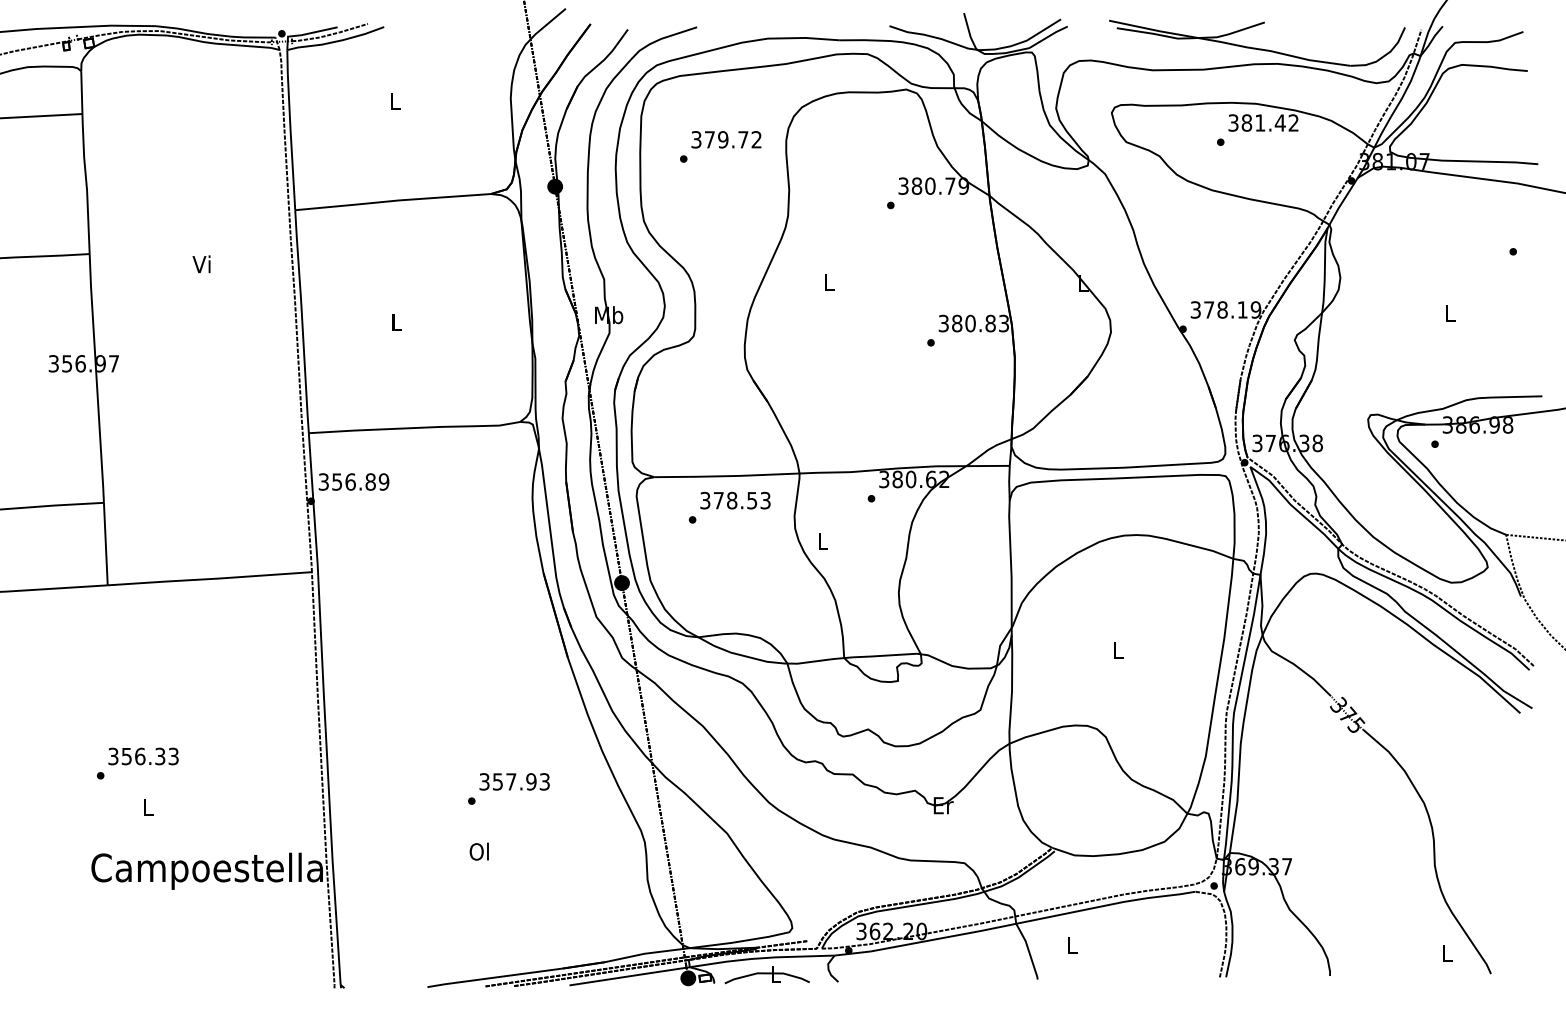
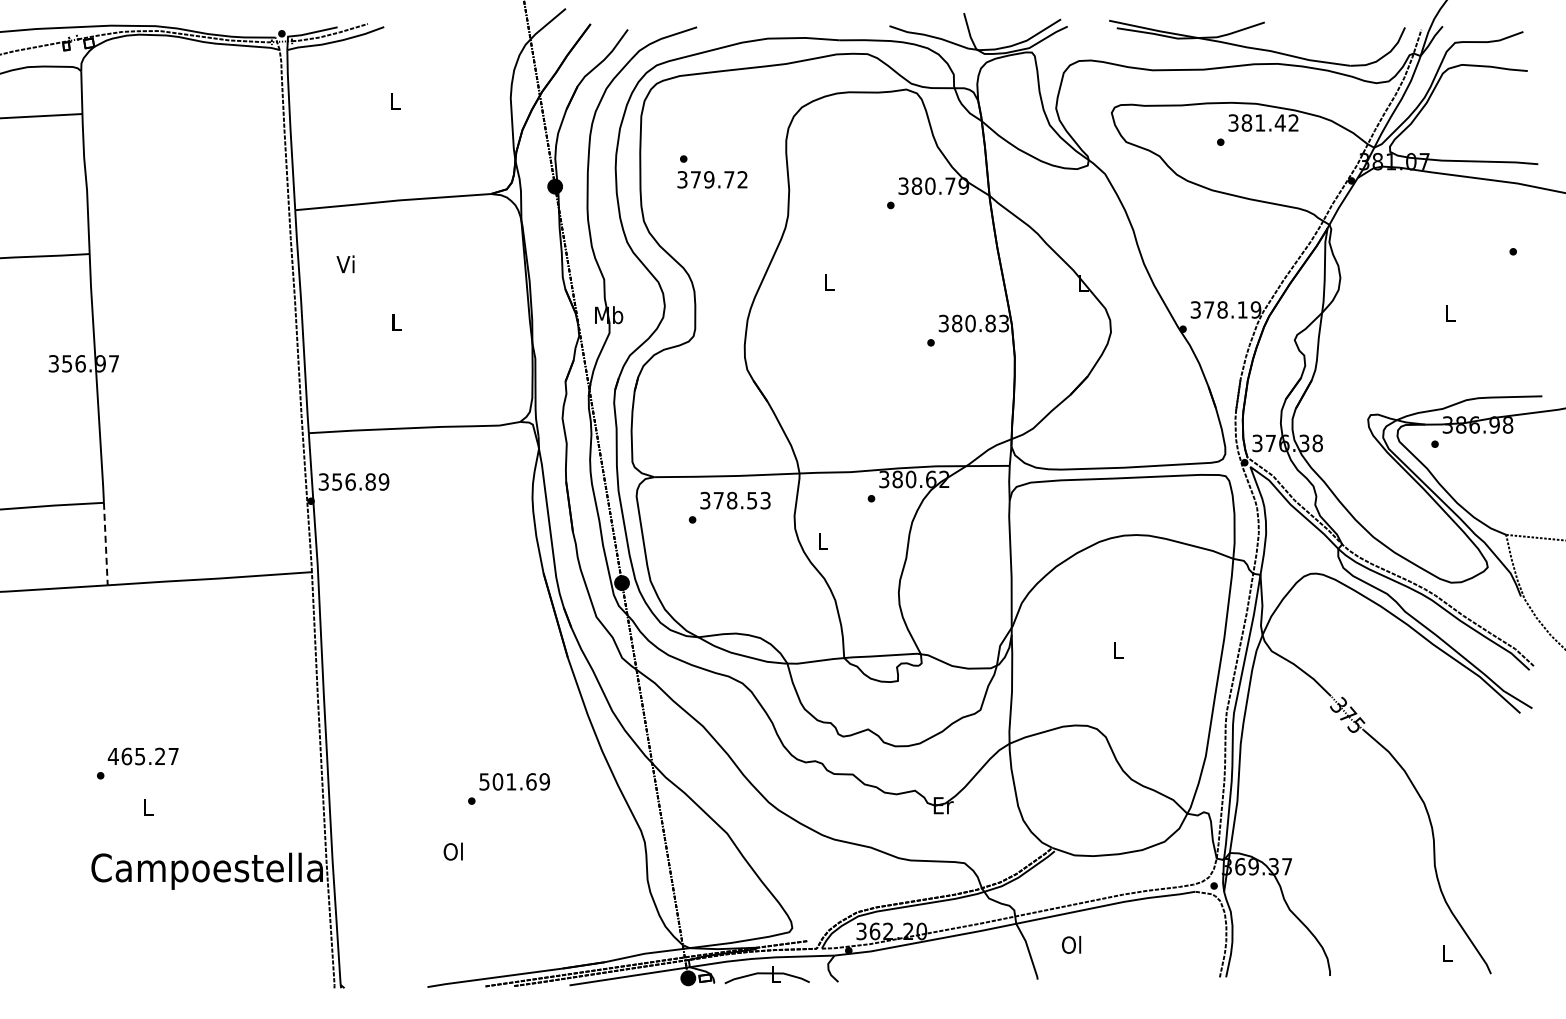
text at (726, 139) position: (726, 139) -> (712, 179)
text at (201, 264) position: (201, 264) -> (345, 264)
line at (105, 544): solid -> dashed
text at (142, 756): 356.33 -> 465.27
text at (514, 781): 357.93 -> 501.69
text at (478, 851) position: (478, 851) -> (452, 851)
text at (1071, 944): L -> Ol
